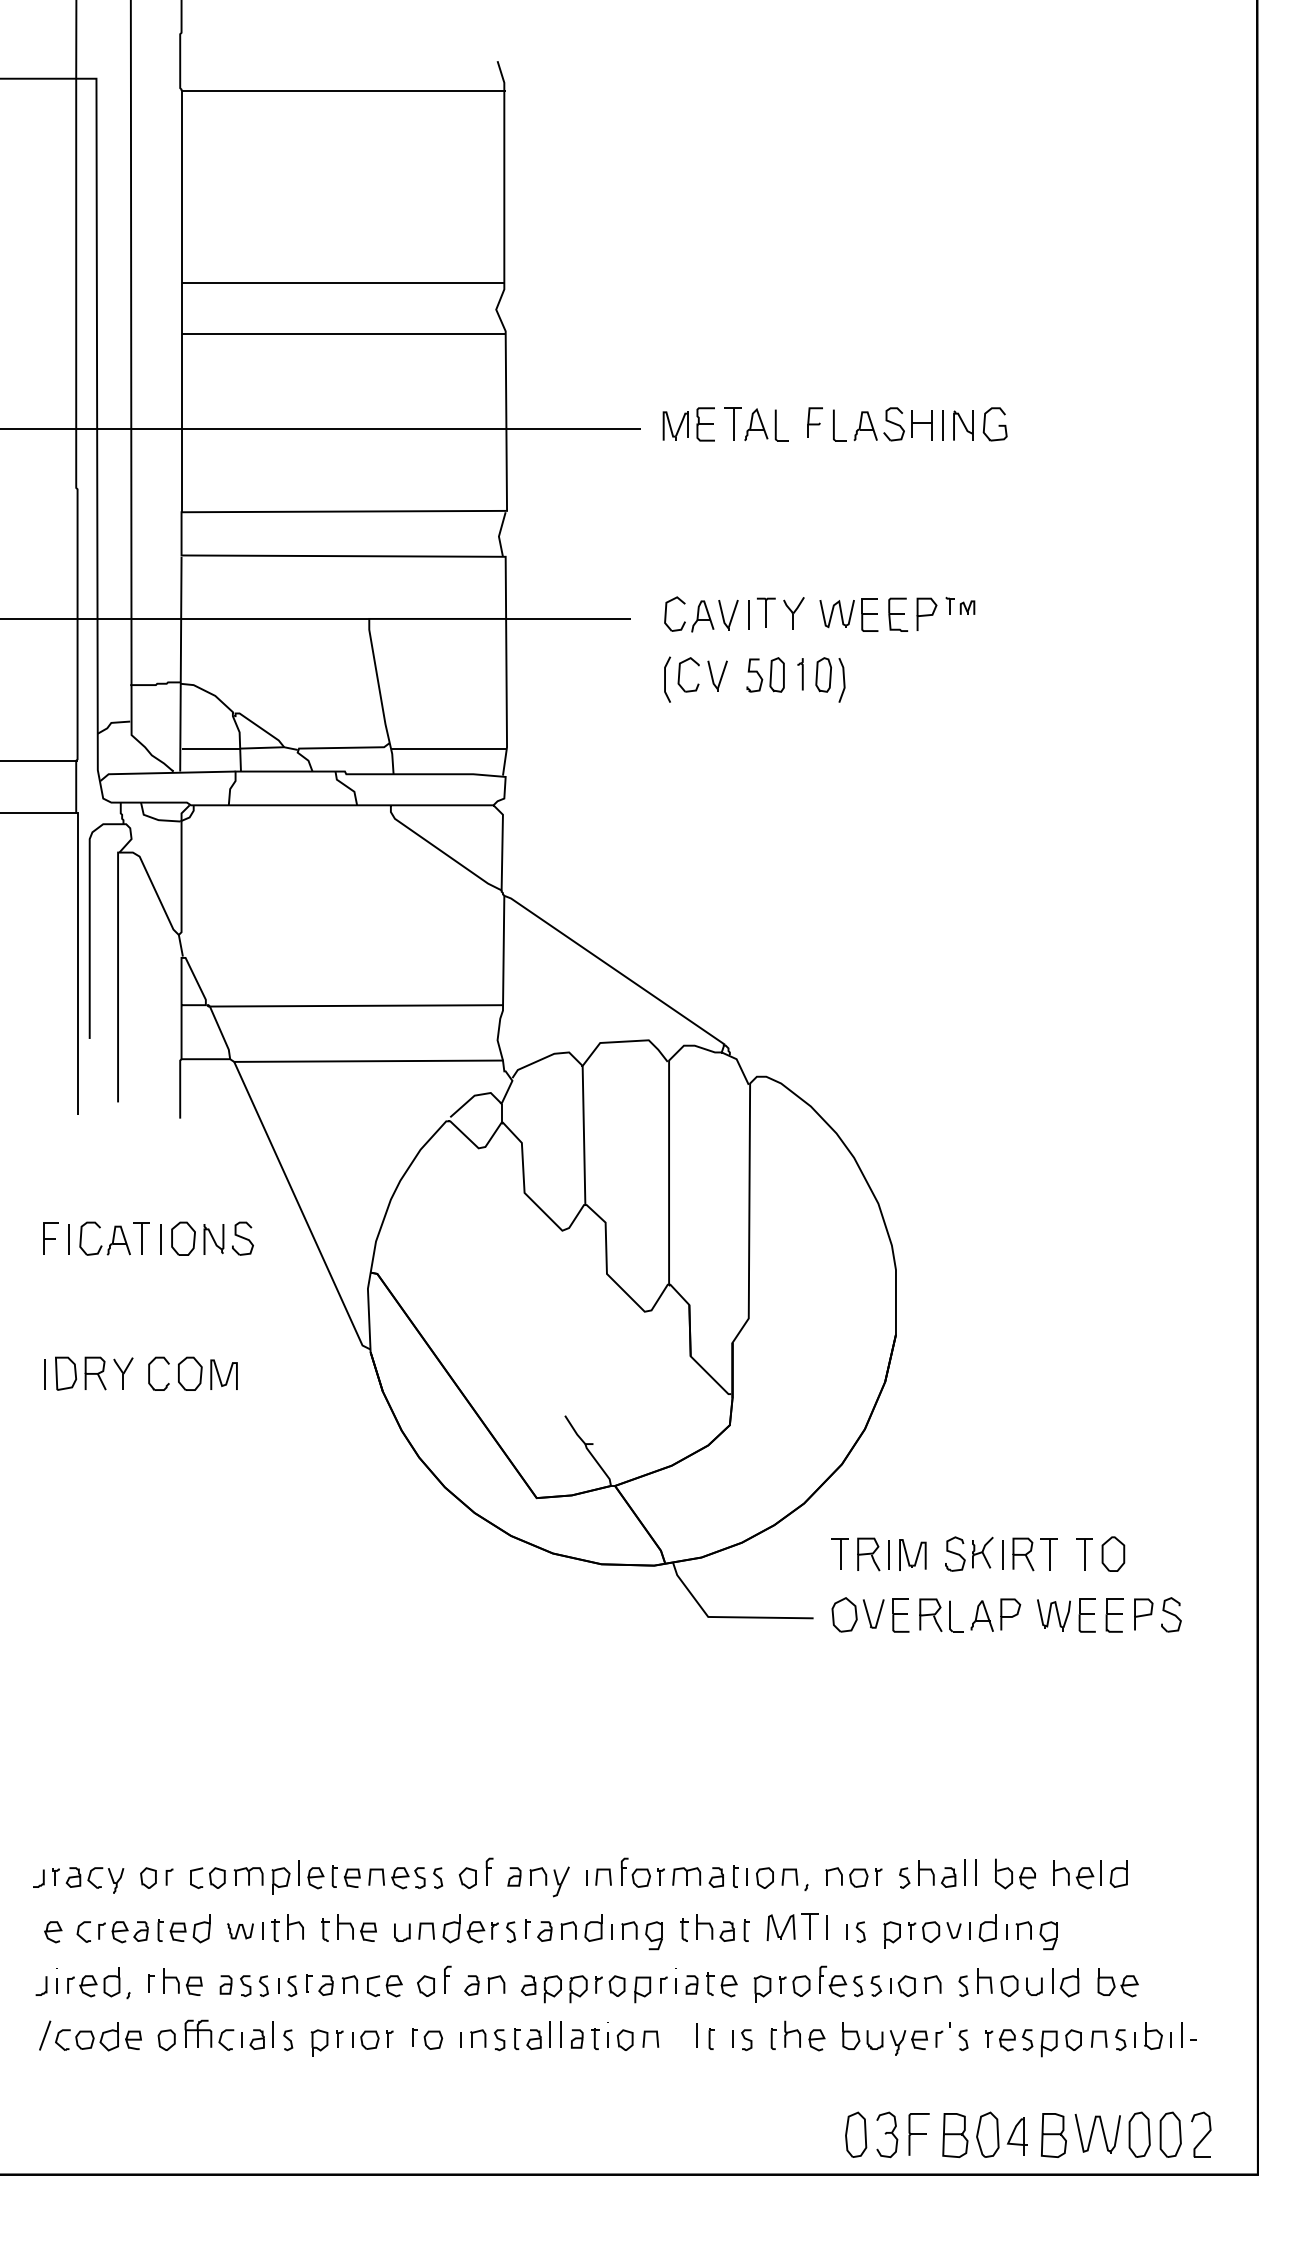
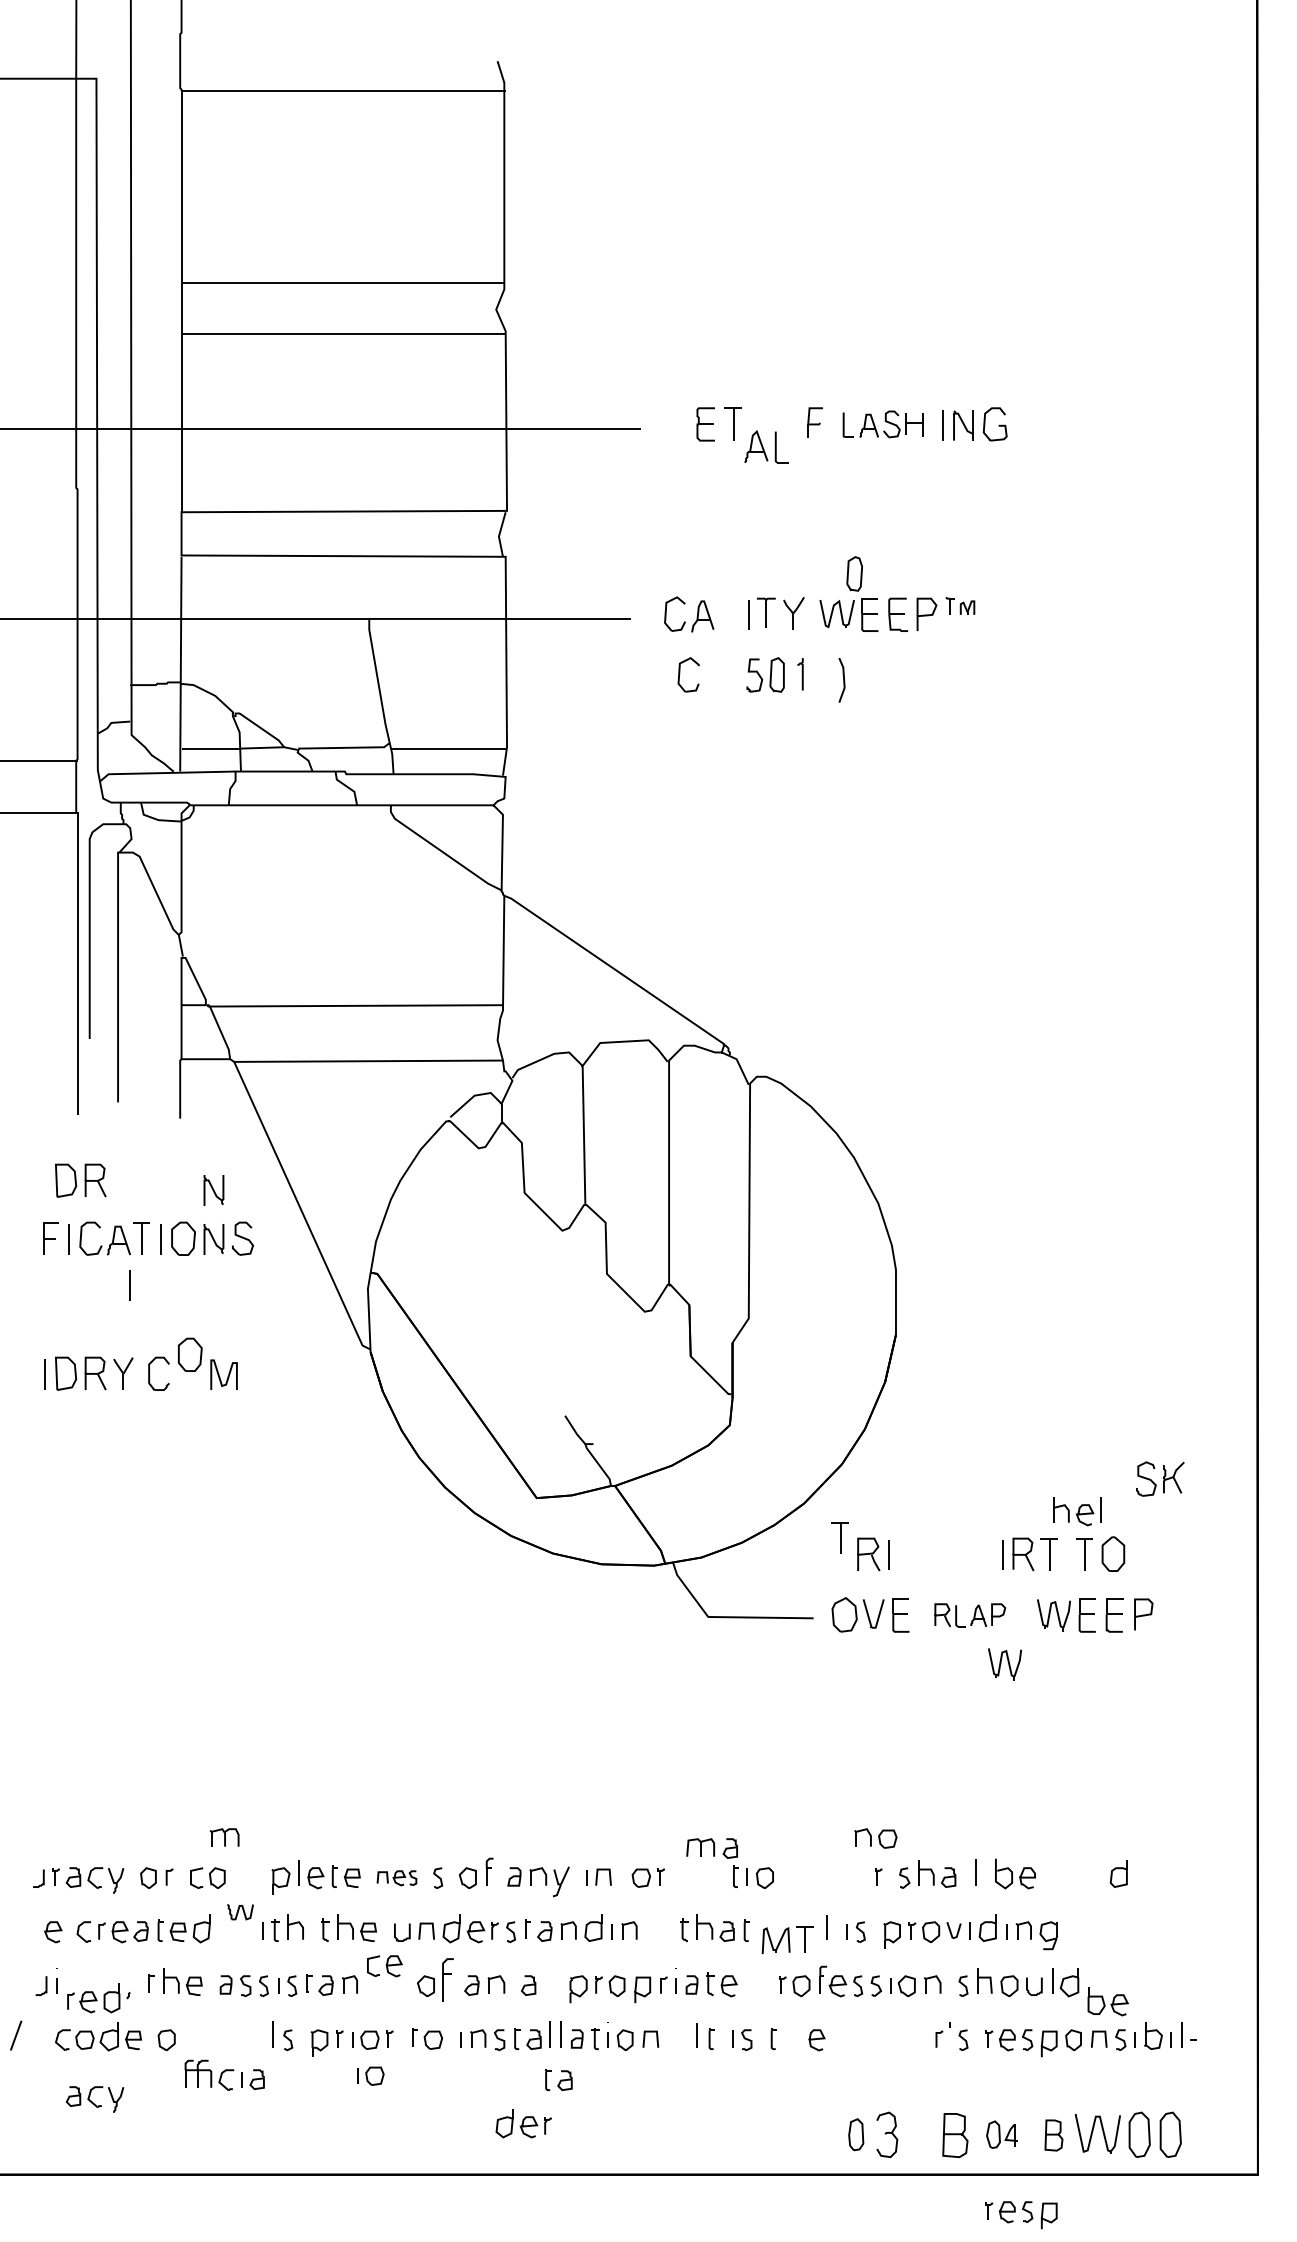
part at (766, 424) position: (766, 424) -> (766, 446)
part at (882, 424) size: 100x35 px -> 82x29 px
part at (675, 425): present -> none
part at (728, 614): present -> none
curve at (817, 674) position: (817, 674) -> (848, 573)
part at (717, 675): present -> none
line at (665, 679): present -> none
part at (80, 1180): none -> present
part at (213, 1190): none -> present
line at (129, 1285): none -> present
part at (190, 1373) position: (190, 1373) -> (190, 1354)
part at (839, 1553) position: (839, 1553) -> (839, 1537)
part at (969, 1553) position: (969, 1553) -> (1160, 1478)
part at (912, 1554): present -> none
part at (1171, 1614): present -> none
part at (970, 1615) size: 103x35 px -> 73x25 px
part at (1004, 1664): none -> present
part at (624, 1871): present -> none
line at (964, 1872): present -> none
part at (1077, 1874) position: (1077, 1874) -> (1077, 1511)
part at (248, 1876) position: (248, 1876) -> (224, 1837)
part at (697, 1877) position: (697, 1877) -> (711, 1848)
part at (846, 1877) position: (846, 1877) -> (875, 1838)
part at (396, 1878) size: 58x23 px -> 42x17 px
part at (794, 1879): present -> none
part at (792, 1926) position: (792, 1926) -> (787, 1939)
part at (240, 1931) position: (240, 1931) -> (240, 1912)
part at (653, 1935): present -> none
part at (447, 1979) size: 8x29 px -> 12x44 px
part at (93, 1982) position: (93, 1982) -> (93, 1998)
part at (1117, 1982) position: (1117, 1982) -> (1107, 2001)
part at (384, 1986) position: (384, 1986) -> (384, 1966)
part at (762, 1988): present -> none
part at (552, 1989): present -> none
part at (792, 2033): present -> none
part at (224, 2034) position: (224, 2034) -> (224, 2074)
line at (45, 2035) position: (45, 2035) -> (16, 2035)
part at (884, 2038): present -> none
part at (370, 2075): none -> present
part at (558, 2079): none -> present
part at (94, 2099): none -> present
part at (523, 2123): none -> present
part at (856, 2134) size: 23x47 px -> 17x34 px
part at (918, 2134): present -> none
part at (1001, 2134) size: 52x47 px -> 32x29 px
part at (1201, 2134): present -> none
part at (1053, 2135) size: 26x45 px -> 20x33 px
part at (1021, 2215): none -> present
